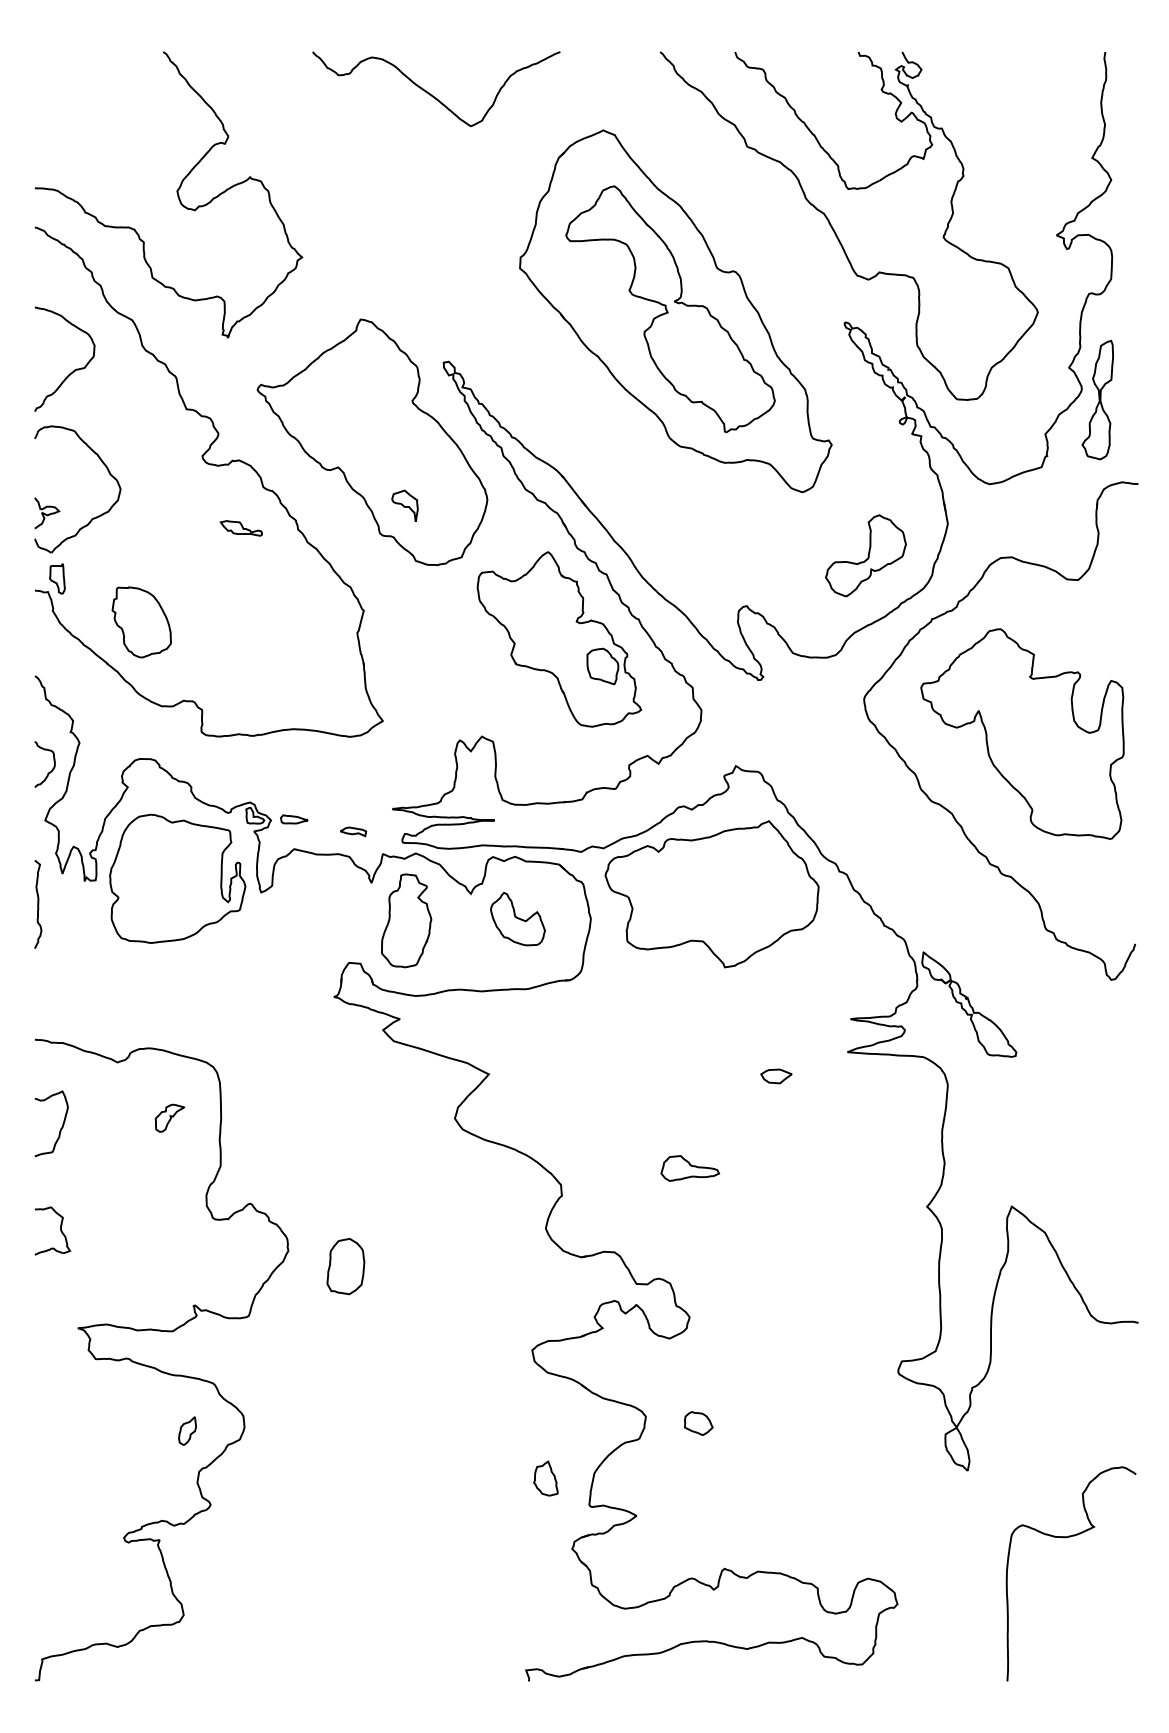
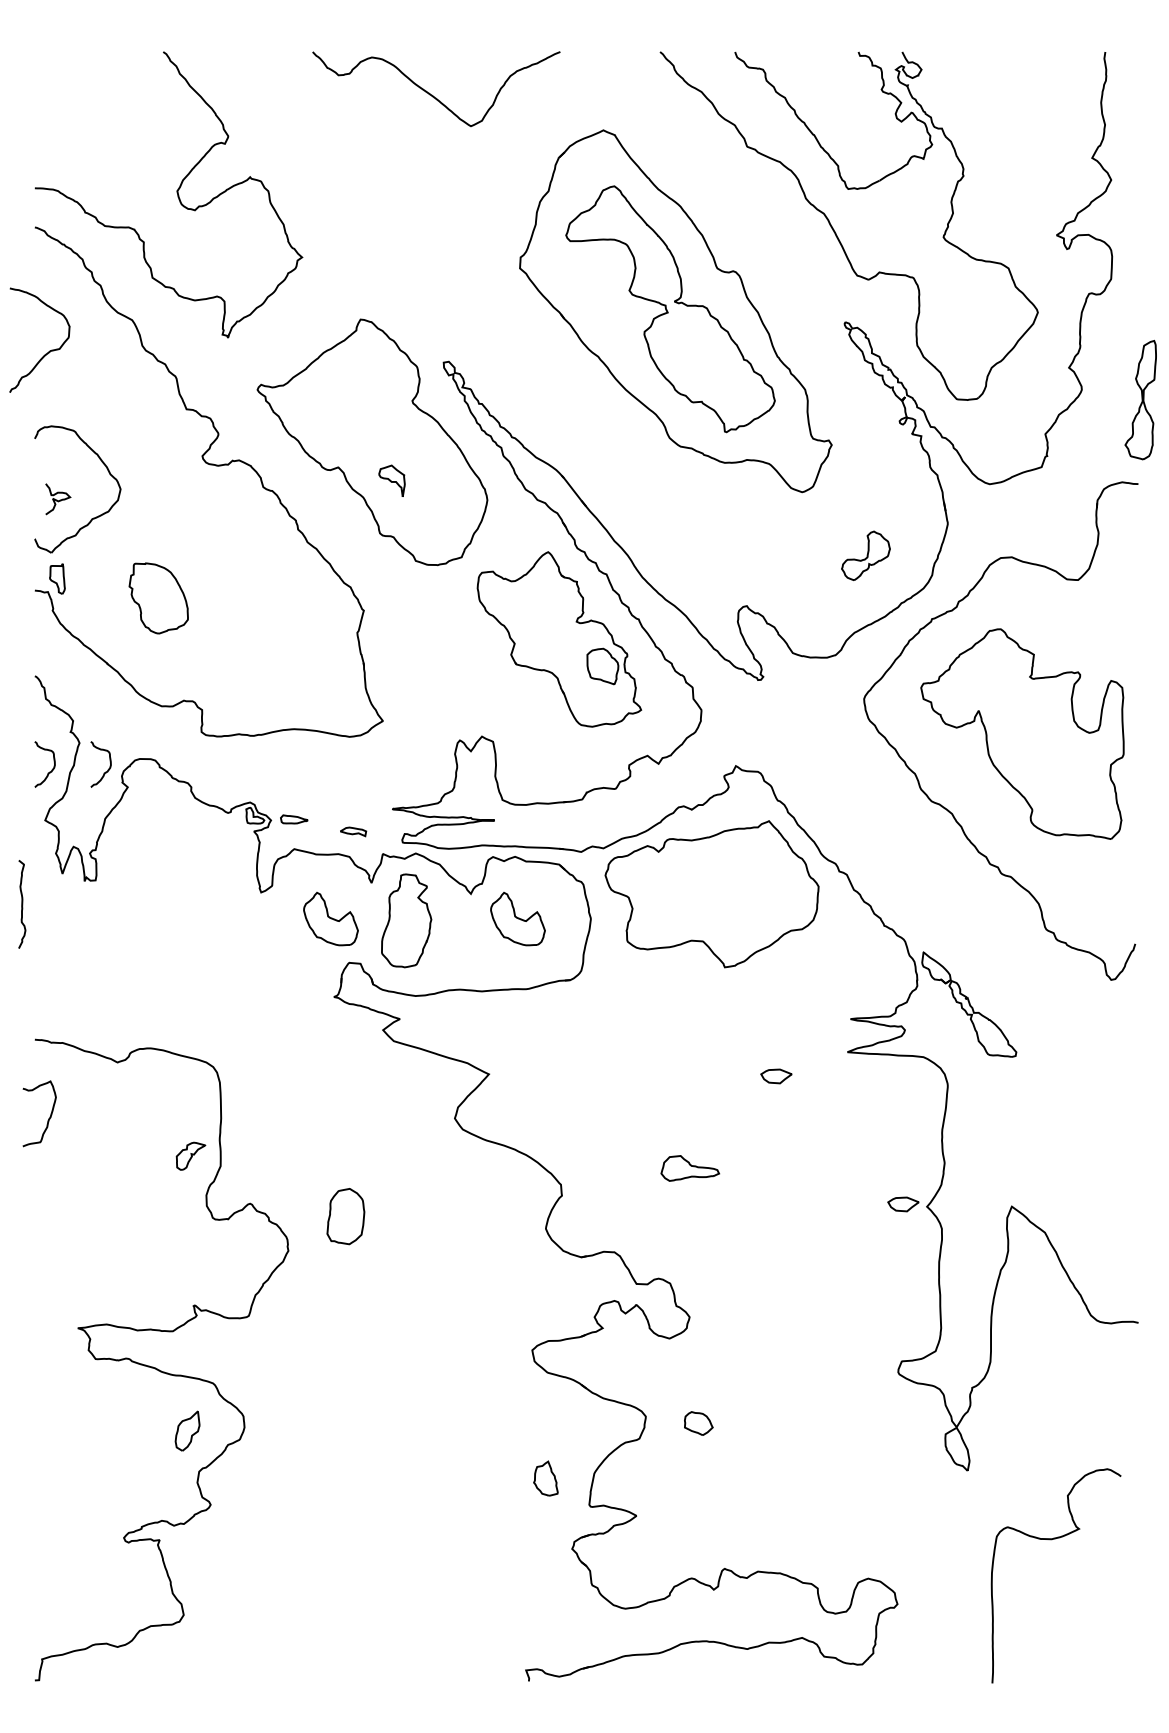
curve at (74, 369) position: (74, 369) -> (49, 350)
part at (1097, 399) position: (1097, 399) -> (1140, 399)
part at (404, 505) position: (404, 505) -> (391, 480)
curve at (46, 513) position: (46, 513) -> (57, 499)
part at (240, 528): present -> none
part at (865, 555) size: 82x84 px -> 50x51 px
part at (141, 622) position: (141, 622) -> (158, 598)
curve at (107, 769): none -> present
part at (177, 878): present -> none
curve at (38, 904) position: (38, 904) -> (22, 904)
part at (330, 919): none -> present
part at (169, 1117) position: (169, 1117) -> (190, 1155)
curve at (60, 1128) position: (60, 1128) -> (48, 1118)
part at (903, 1204): none -> present
part at (60, 1230): present -> none
part at (345, 1266) position: (345, 1266) -> (345, 1216)
part at (187, 1430) size: 19x30 px -> 27x42 px
curve at (1066, 1538) position: (1066, 1538) -> (1051, 1540)
